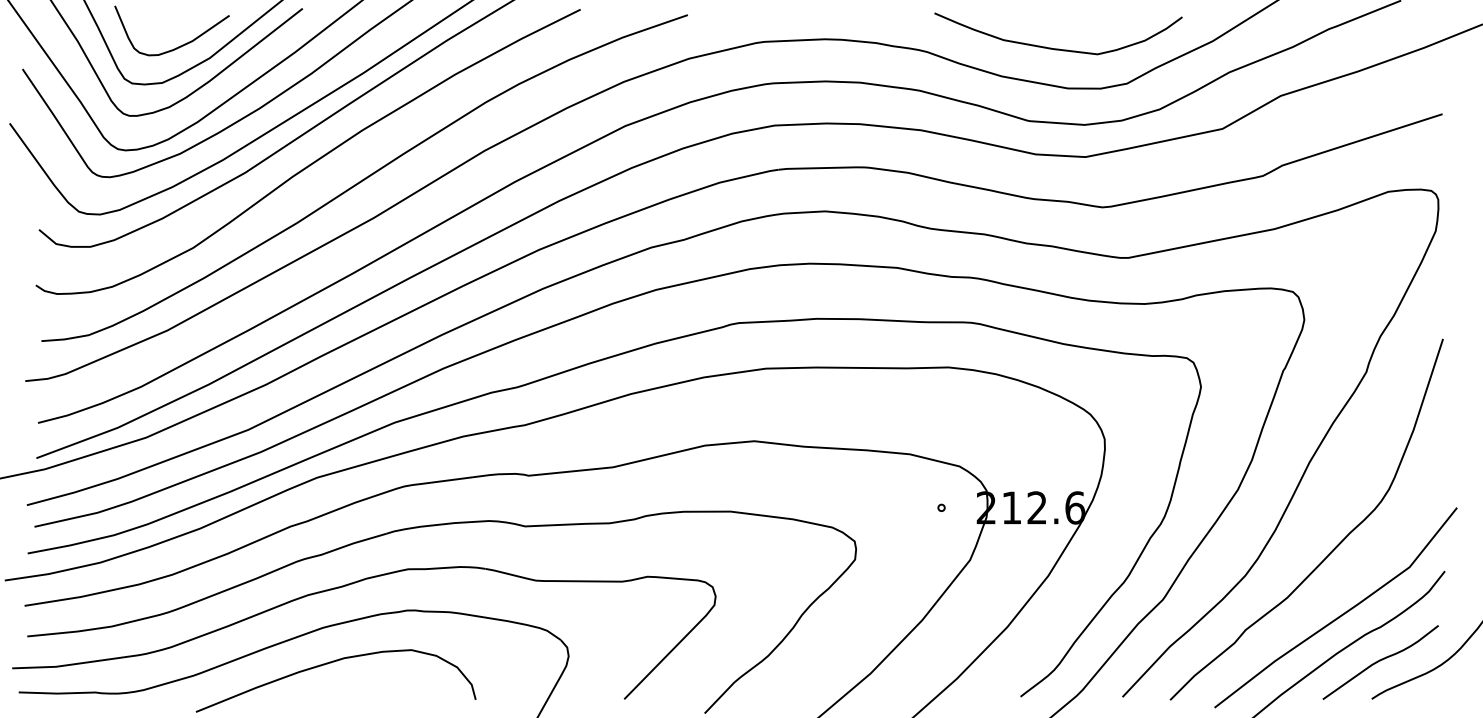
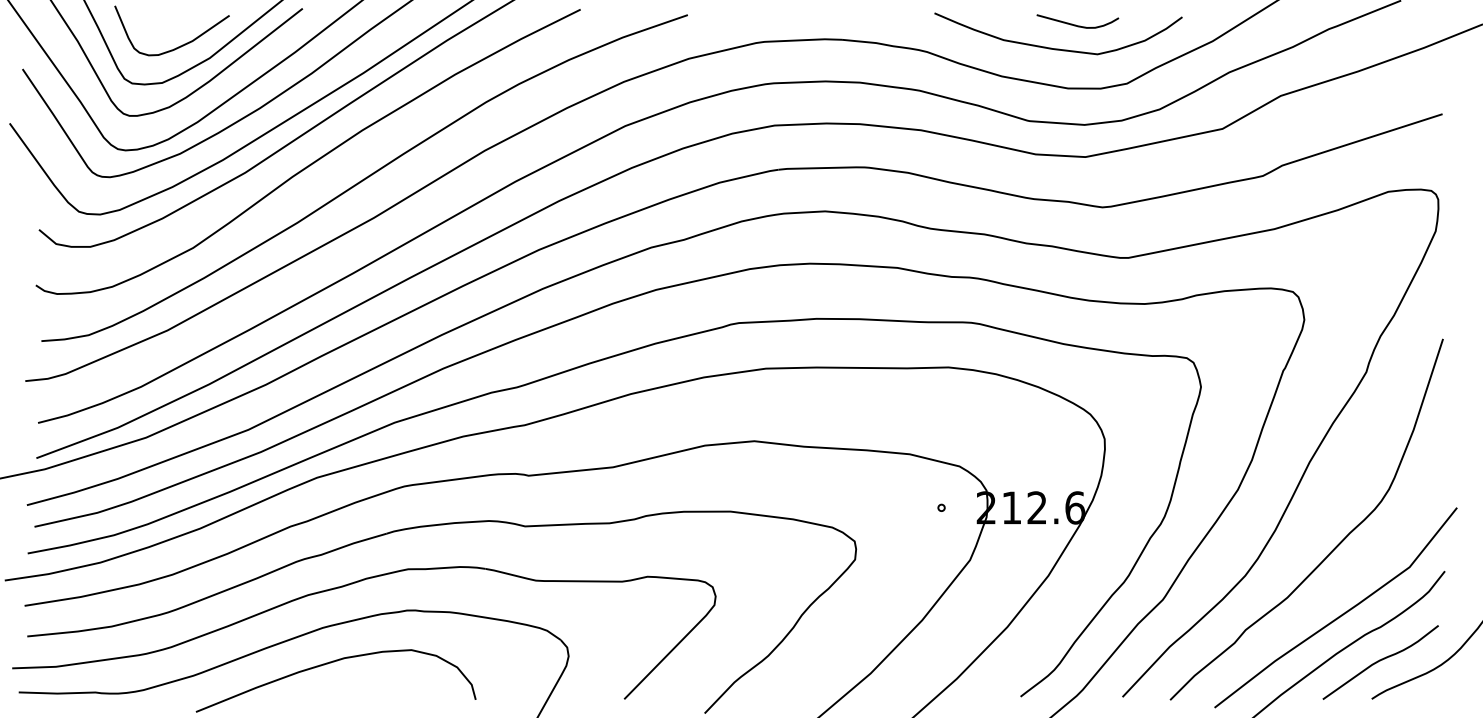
curve at (1075, 24): none -> present
